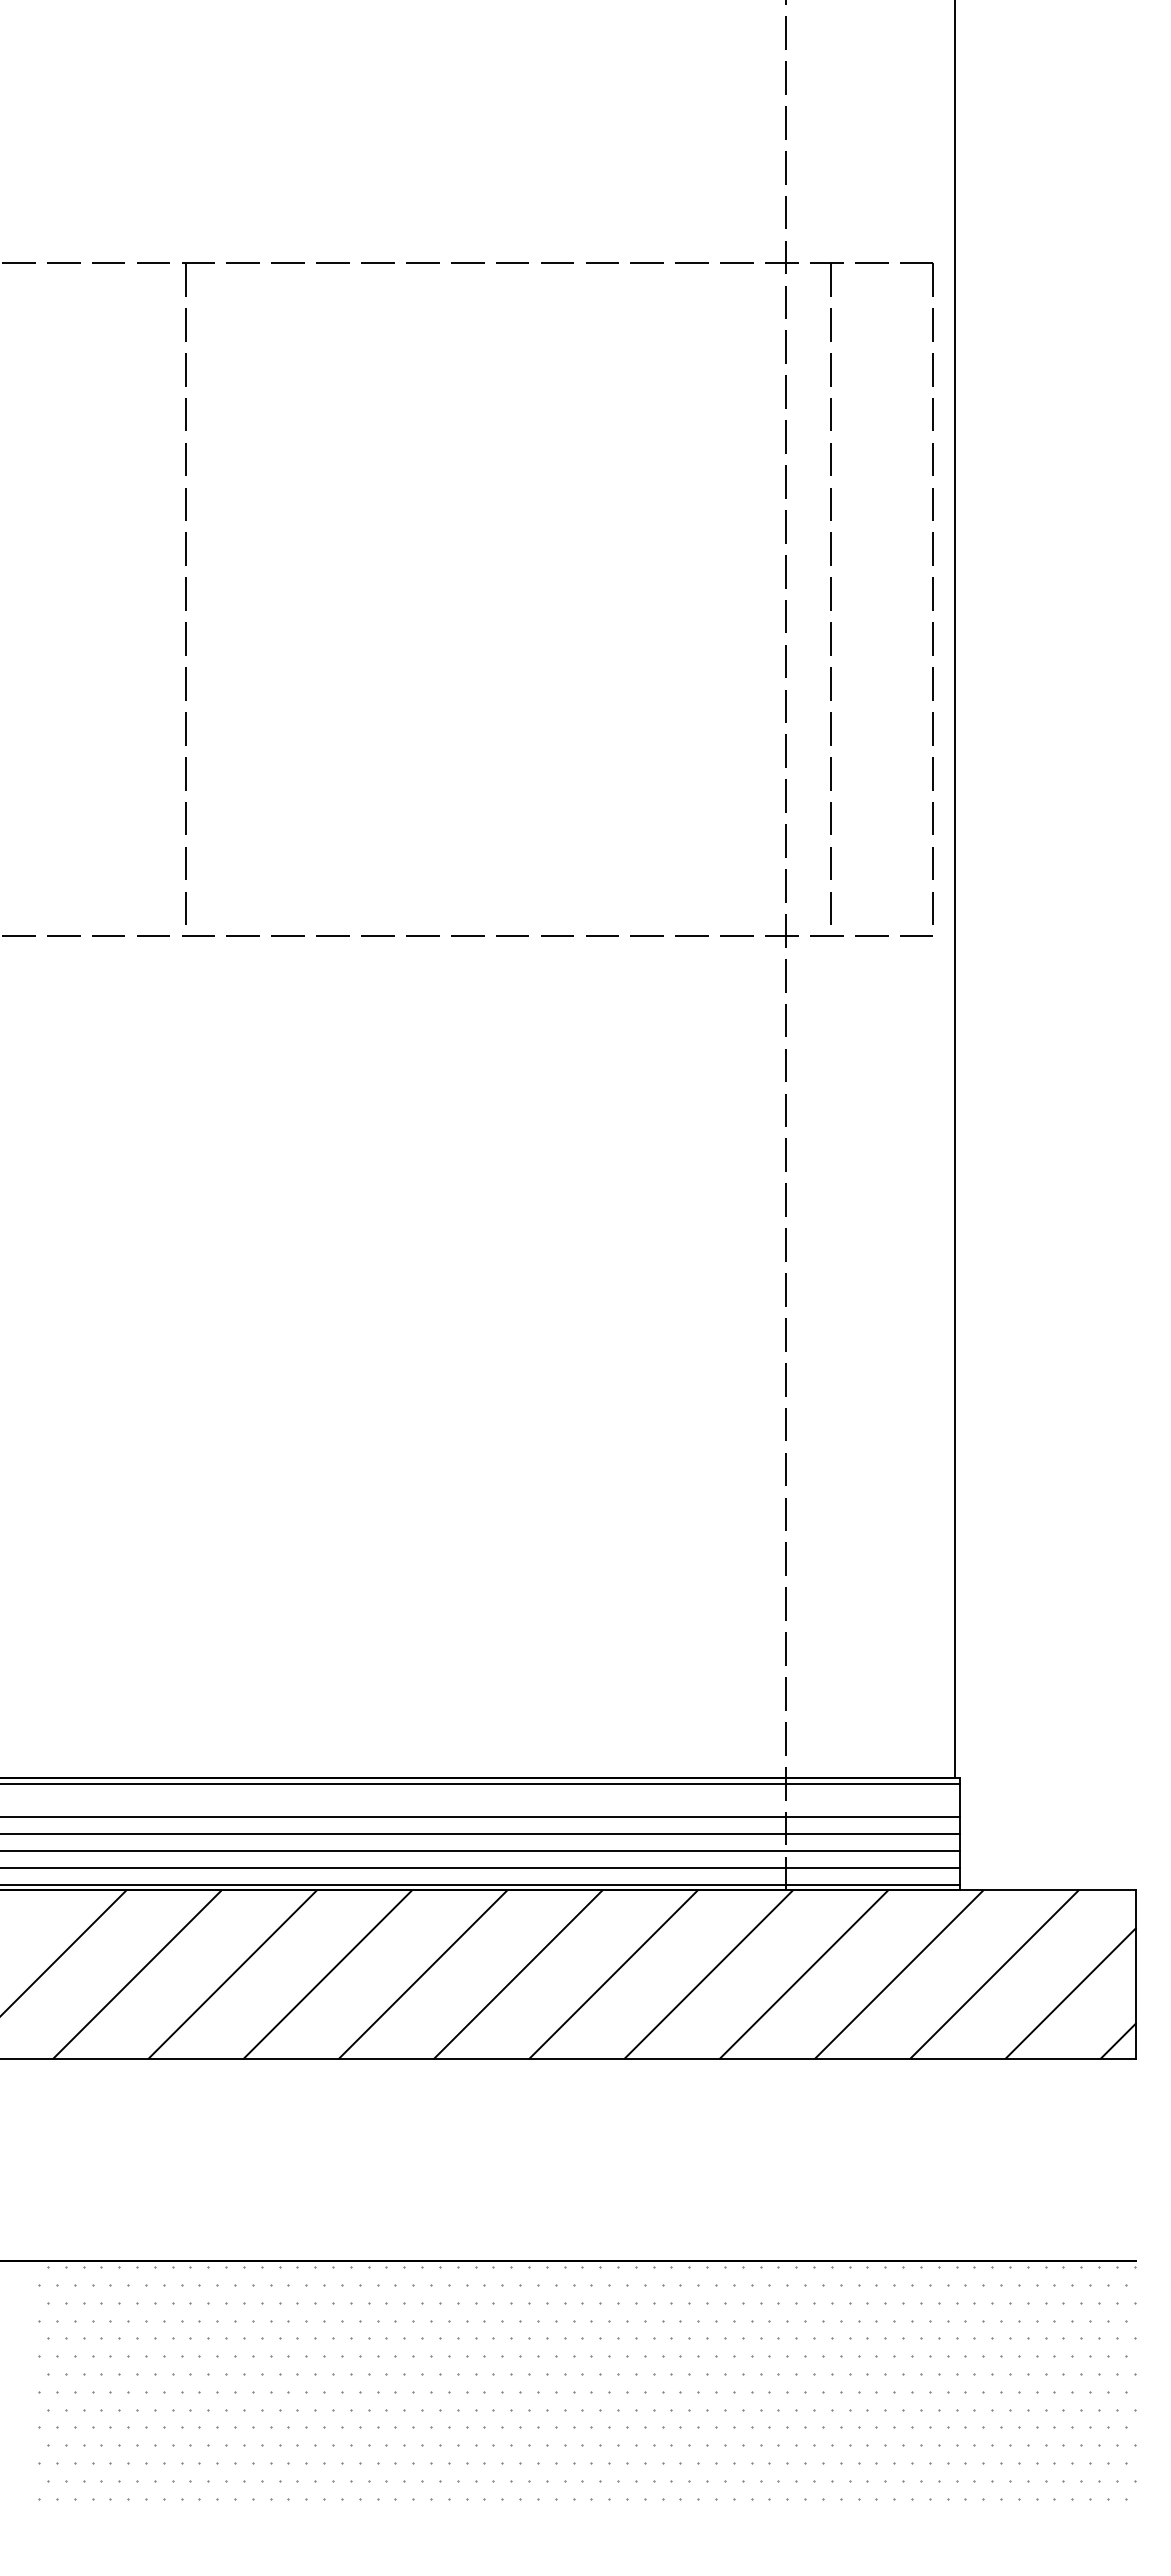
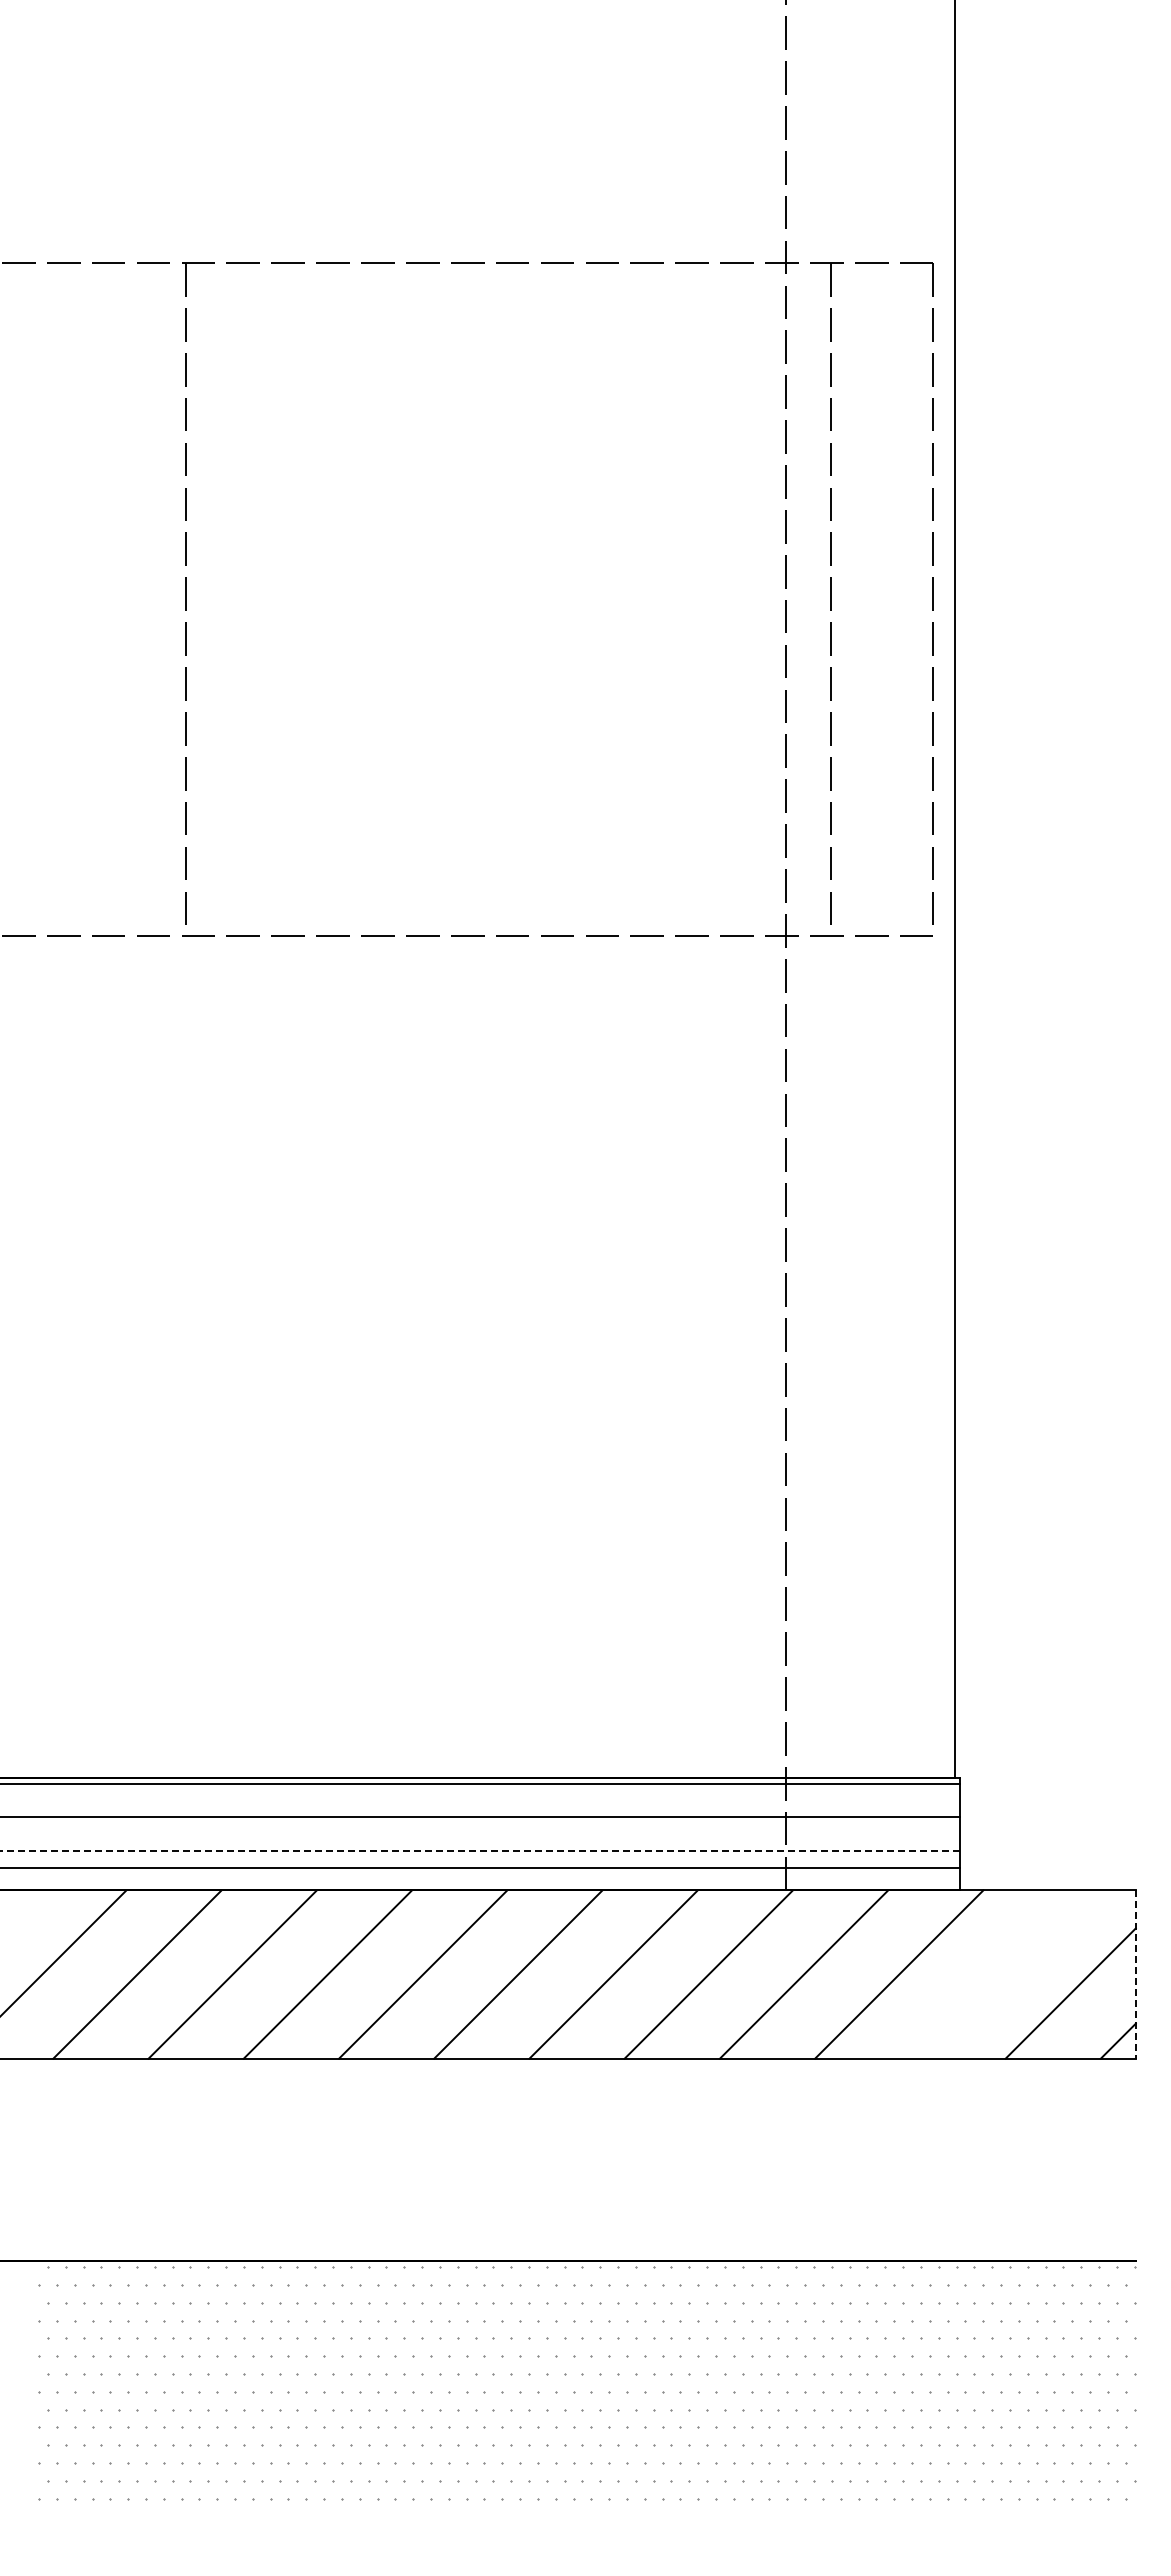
line at (481, 1834): present -> none
line at (480, 1851): solid -> dashed
line at (481, 1884): present -> none
line at (994, 1974): present -> none
line at (1135, 1975): solid -> dashed
